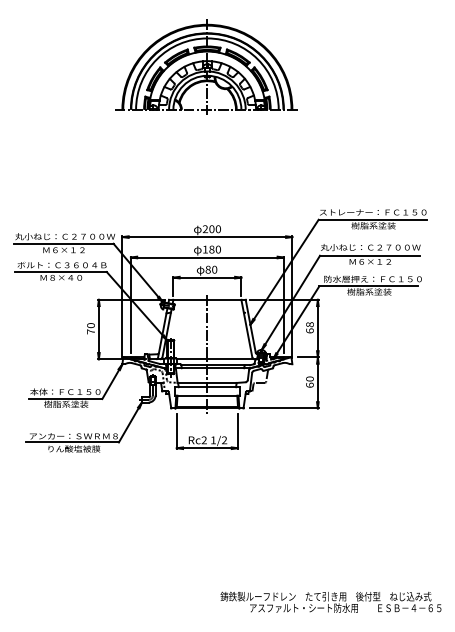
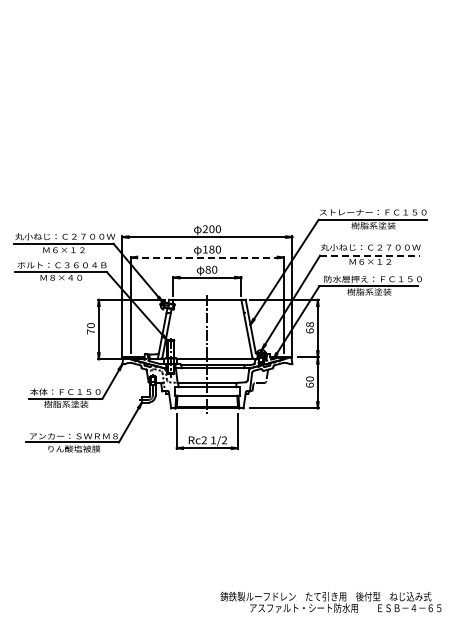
part at (206, 66): present -> none
line at (369, 255): solid -> dashed
line at (207, 257): solid -> dashed
